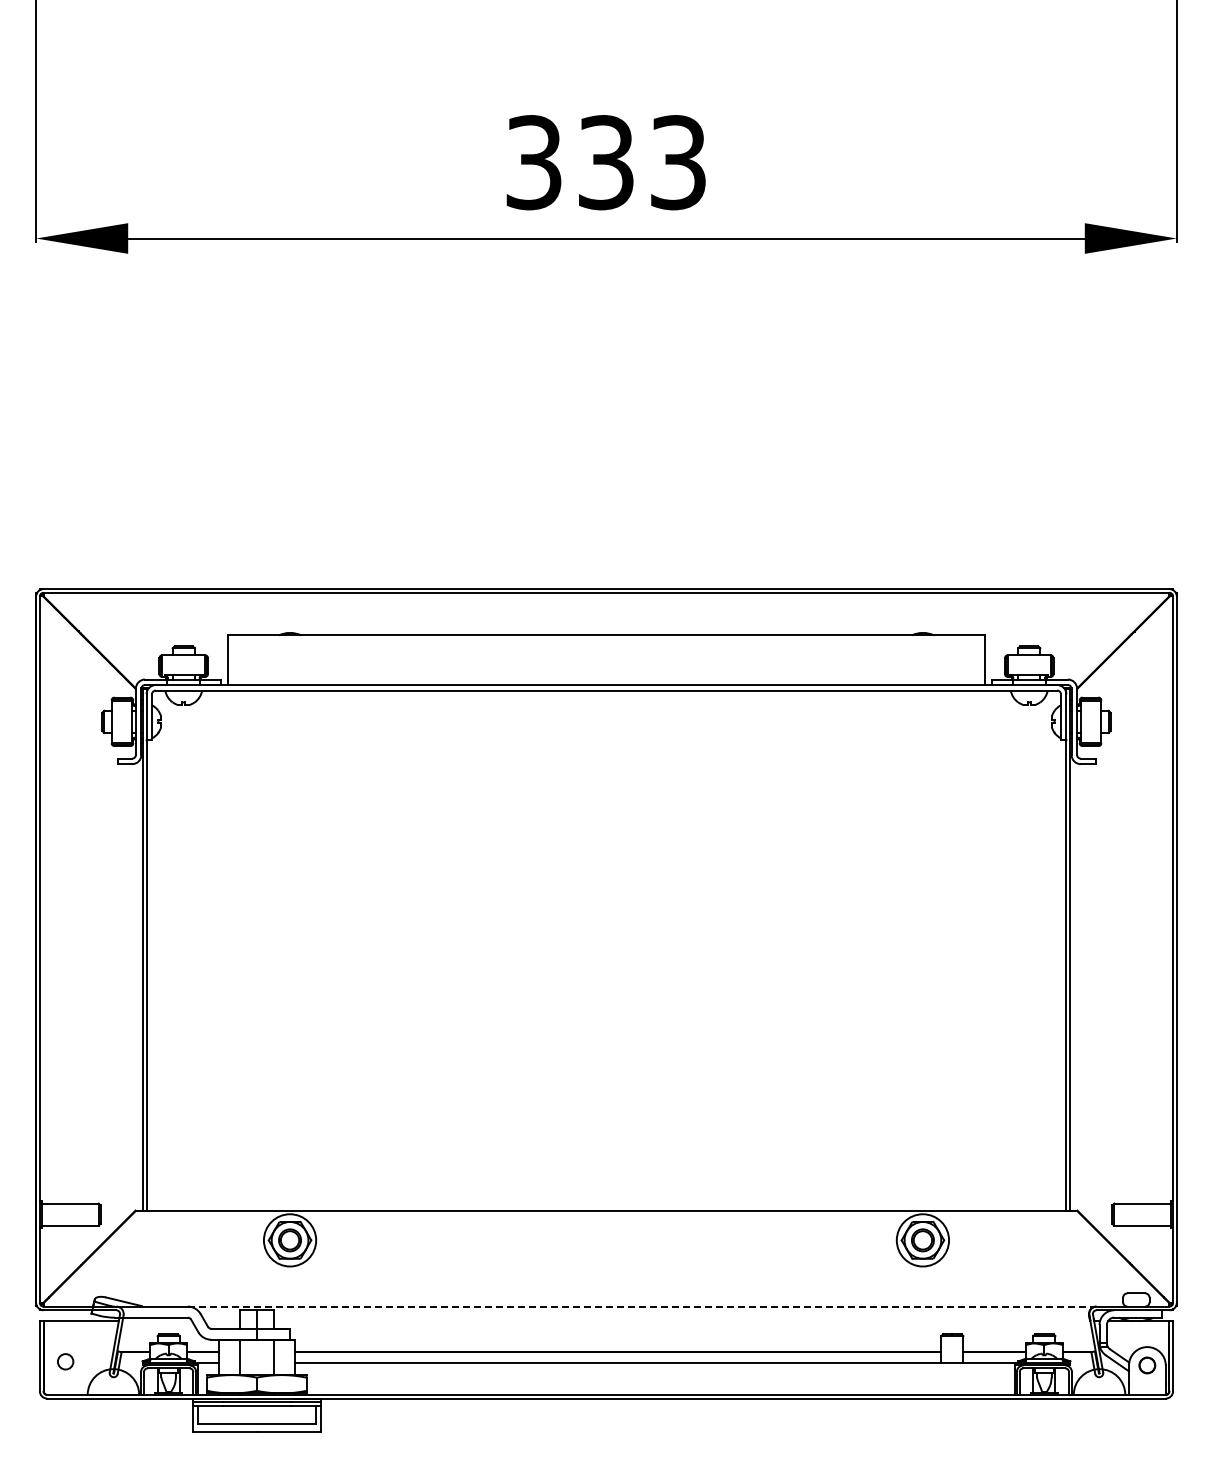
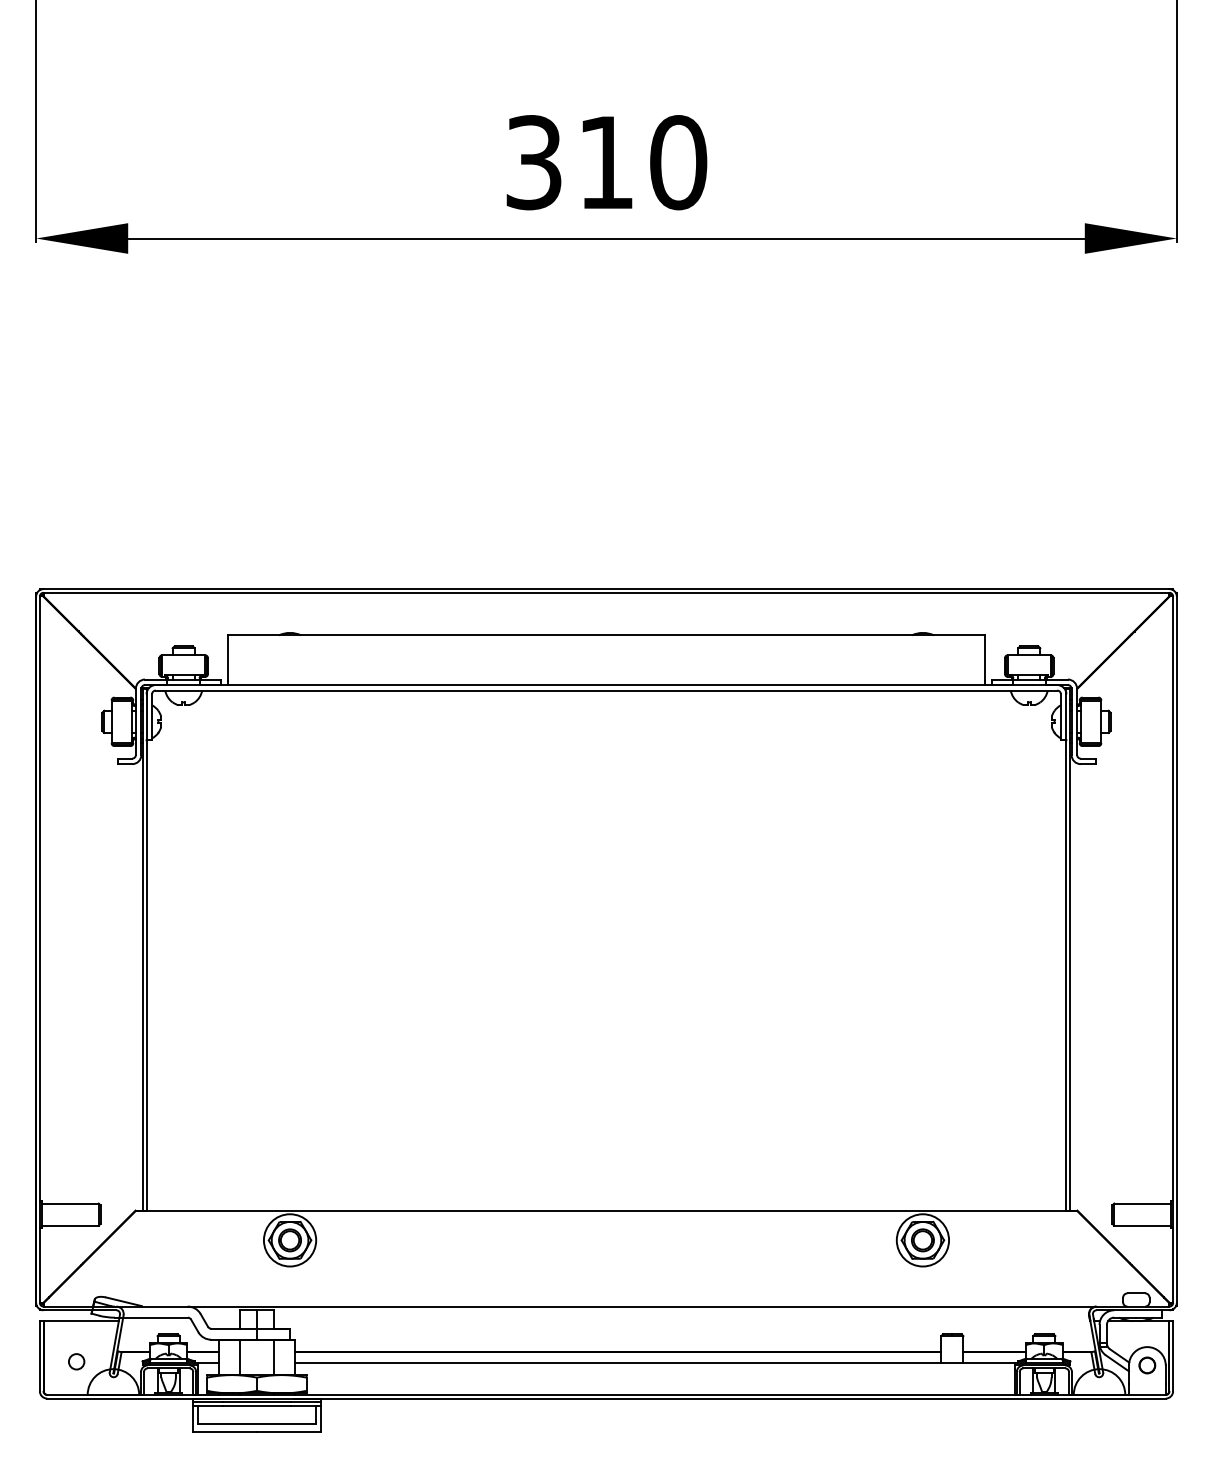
text at (643, 162): 333 -> 310
line at (642, 1306): dashed -> solid
circle at (65, 1361) position: (65, 1361) -> (76, 1361)
